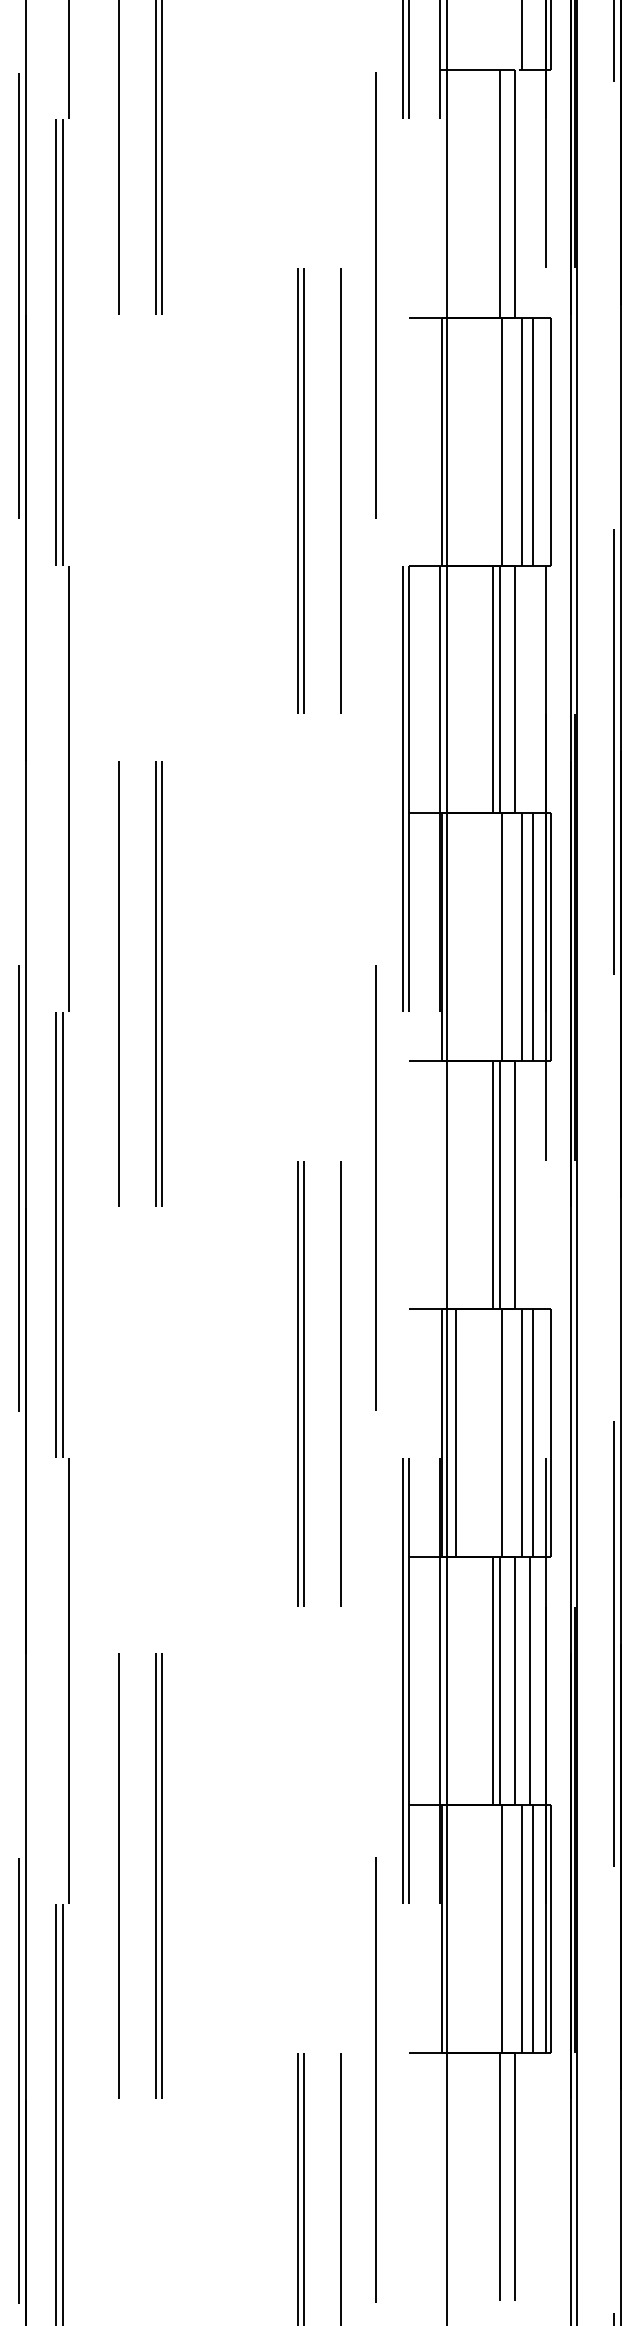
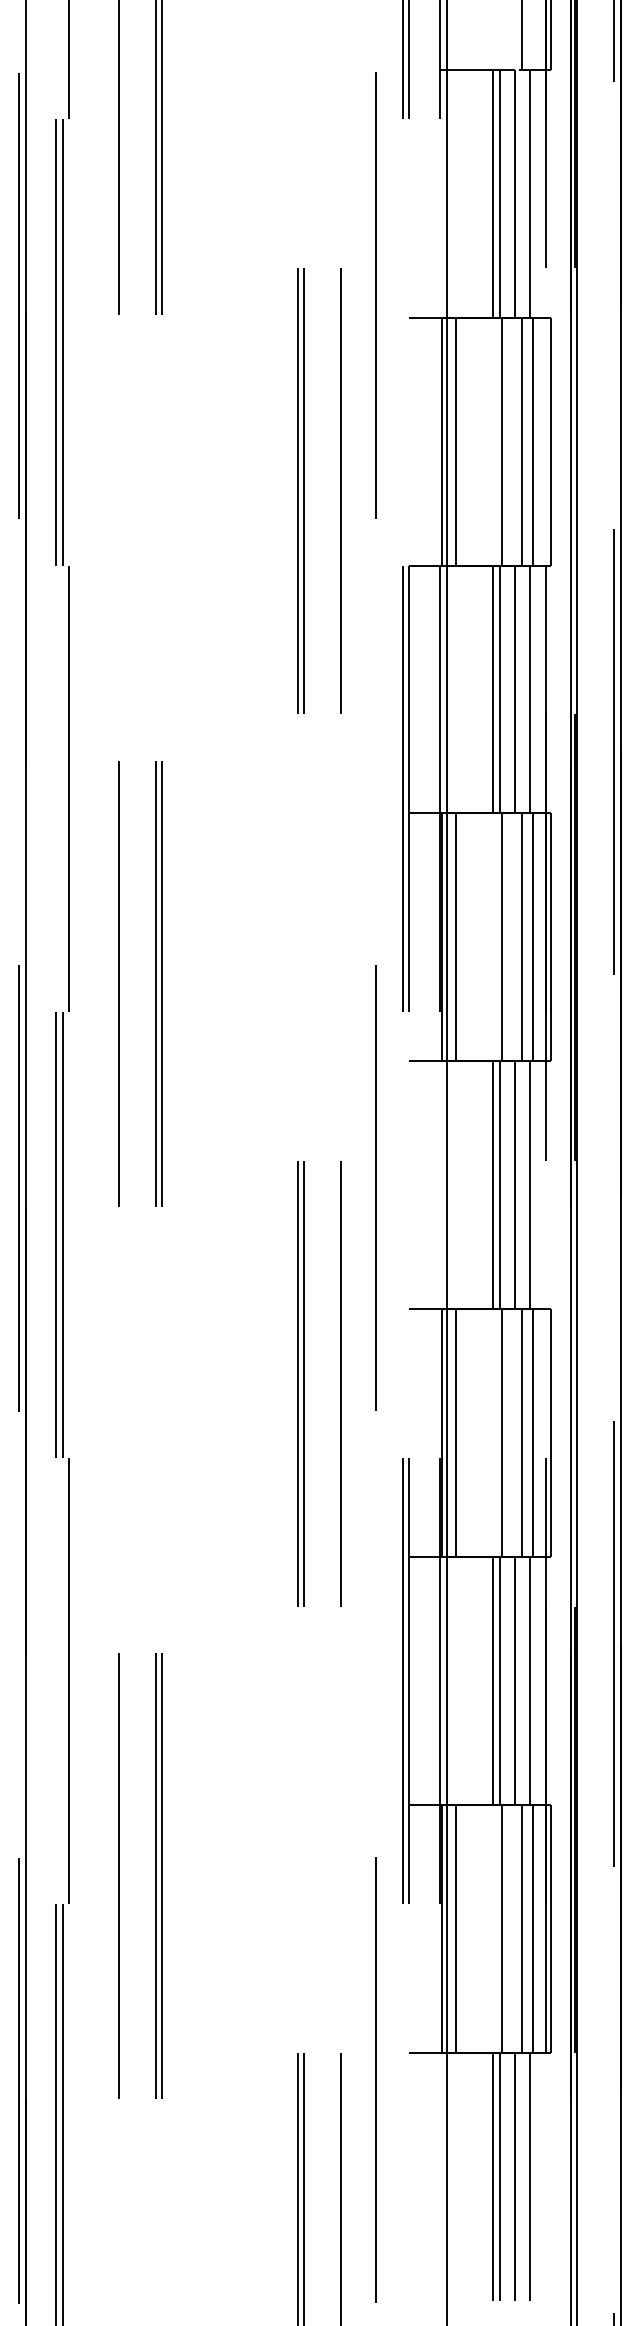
line at (493, 193): none -> present
line at (529, 193): none -> present
line at (456, 441): none -> present
line at (529, 689): none -> present
line at (456, 937): none -> present
line at (529, 1185): none -> present
line at (456, 1928): none -> present
line at (493, 2176): none -> present
line at (529, 2176): none -> present
